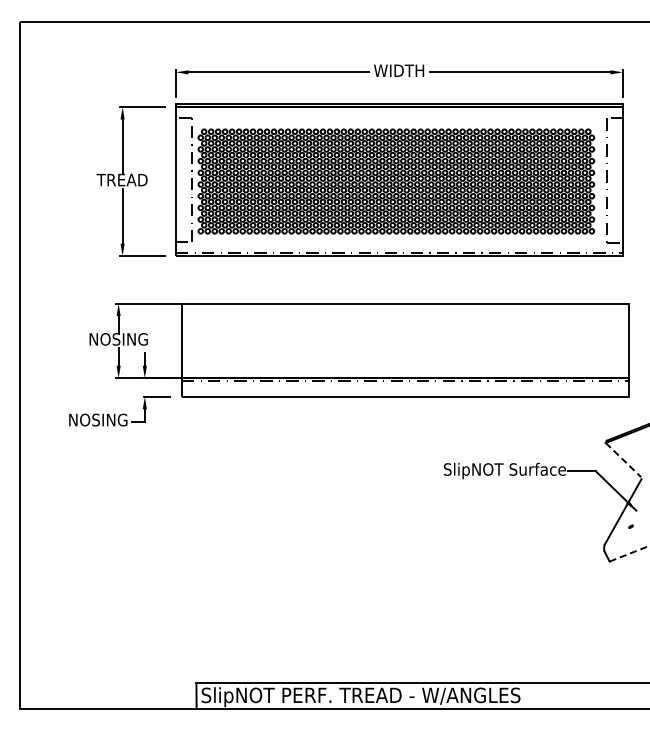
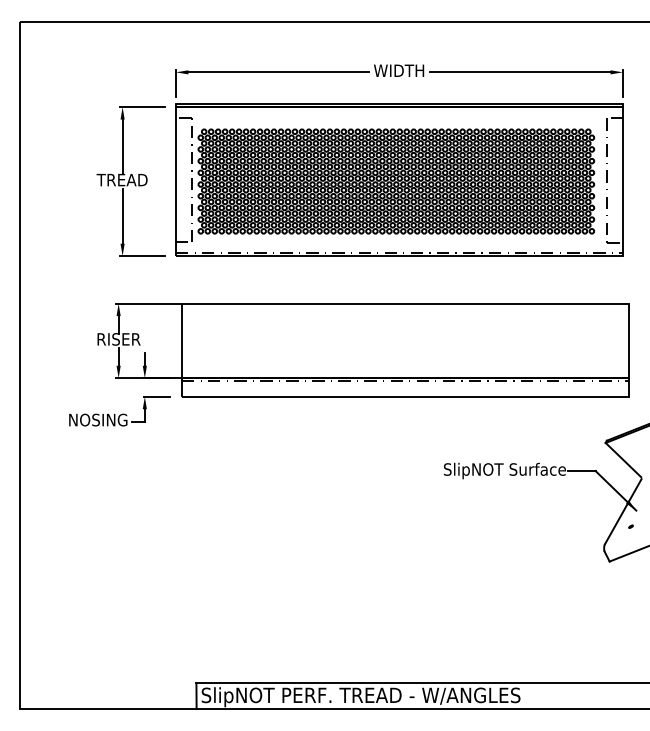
text at (118, 339): NOSING -> RISER
line at (623, 460): dashed -> solid
line at (630, 553): dashed -> solid
